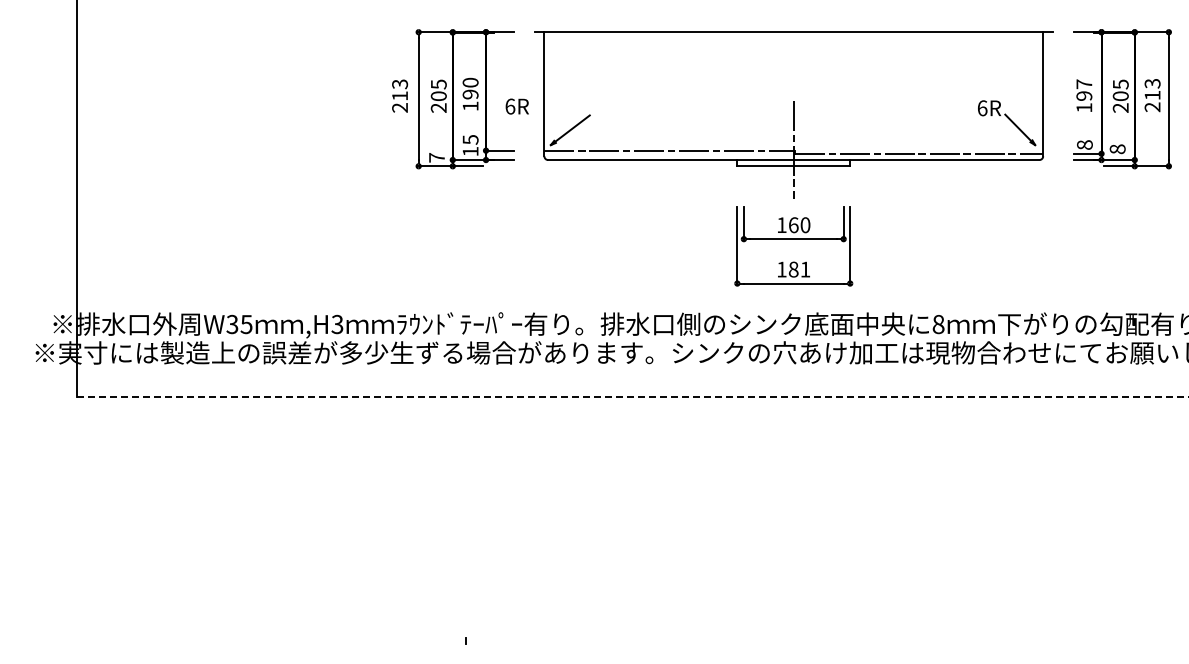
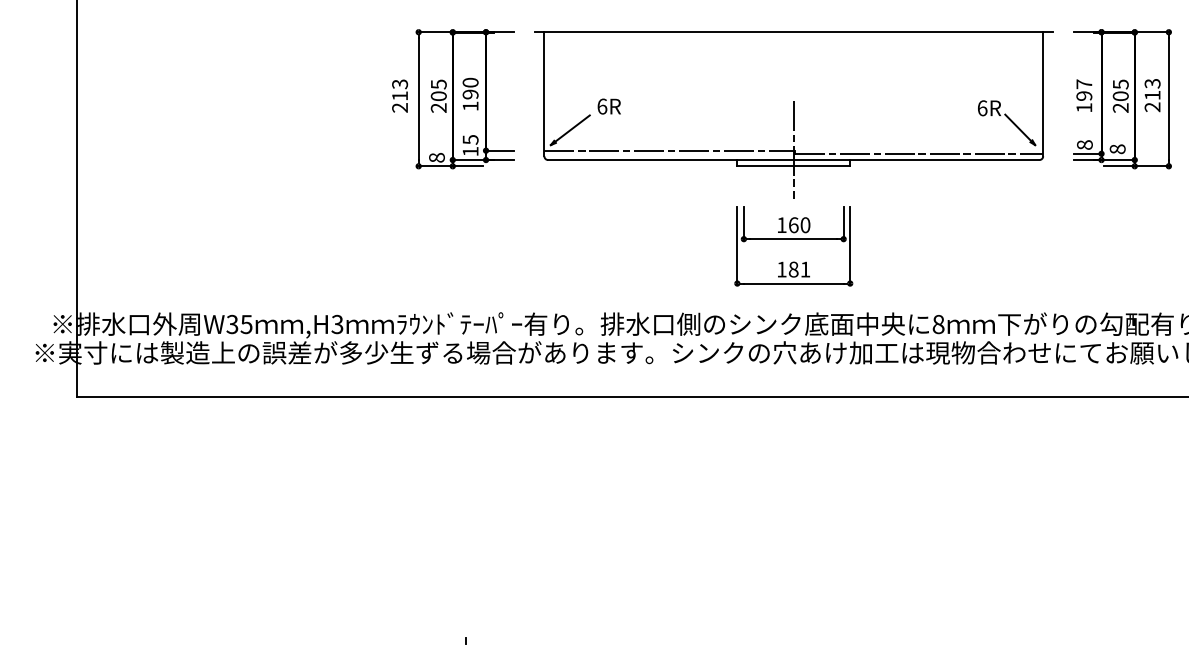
text at (516, 106) position: (516, 106) -> (608, 106)
text at (436, 157): 7 -> 8
line at (632, 396): dashed -> solid
